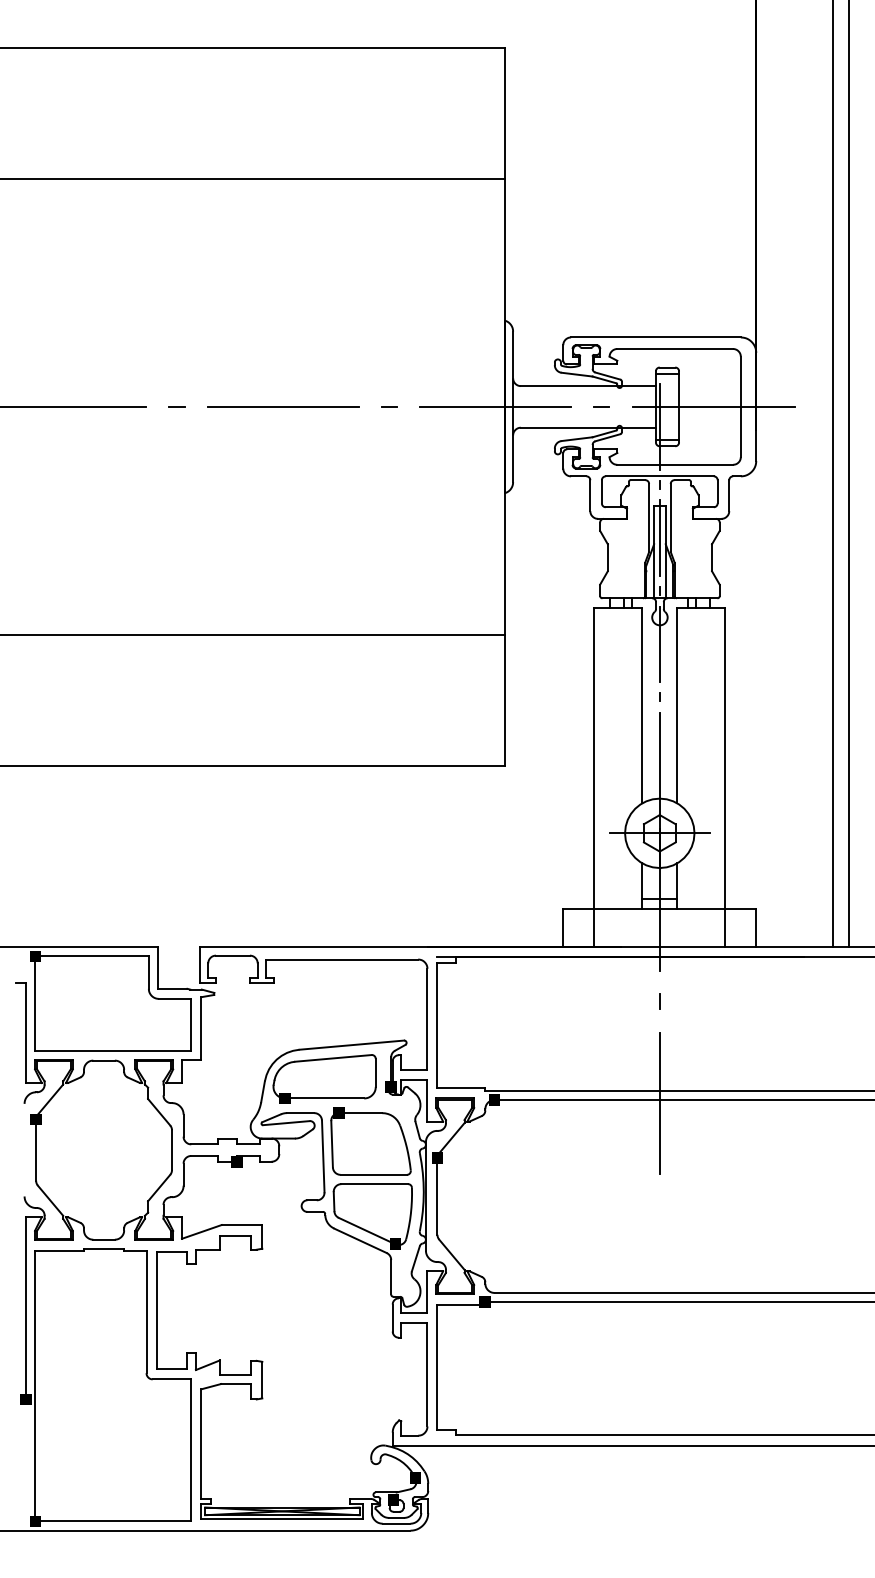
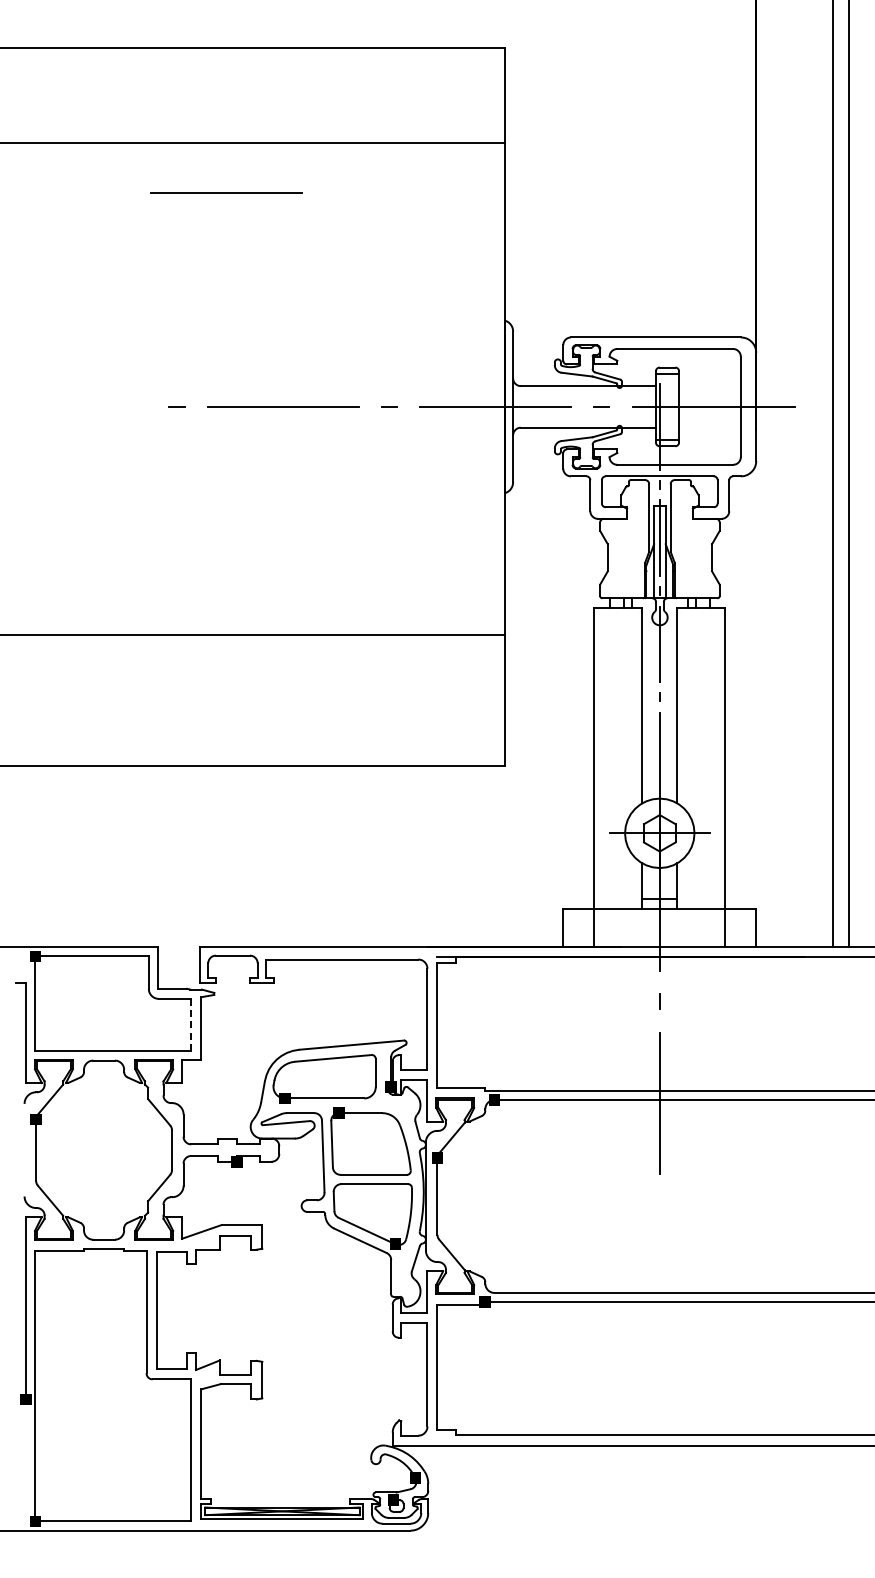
line at (253, 179) position: (253, 179) -> (253, 143)
line at (226, 192): none -> present
line at (74, 406): present -> none
line at (191, 1025): solid -> dashed
